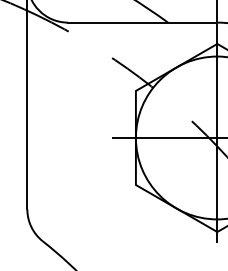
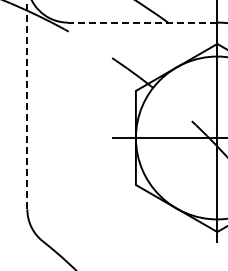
line at (142, 22): solid -> dashed
line at (27, 104): solid -> dashed
